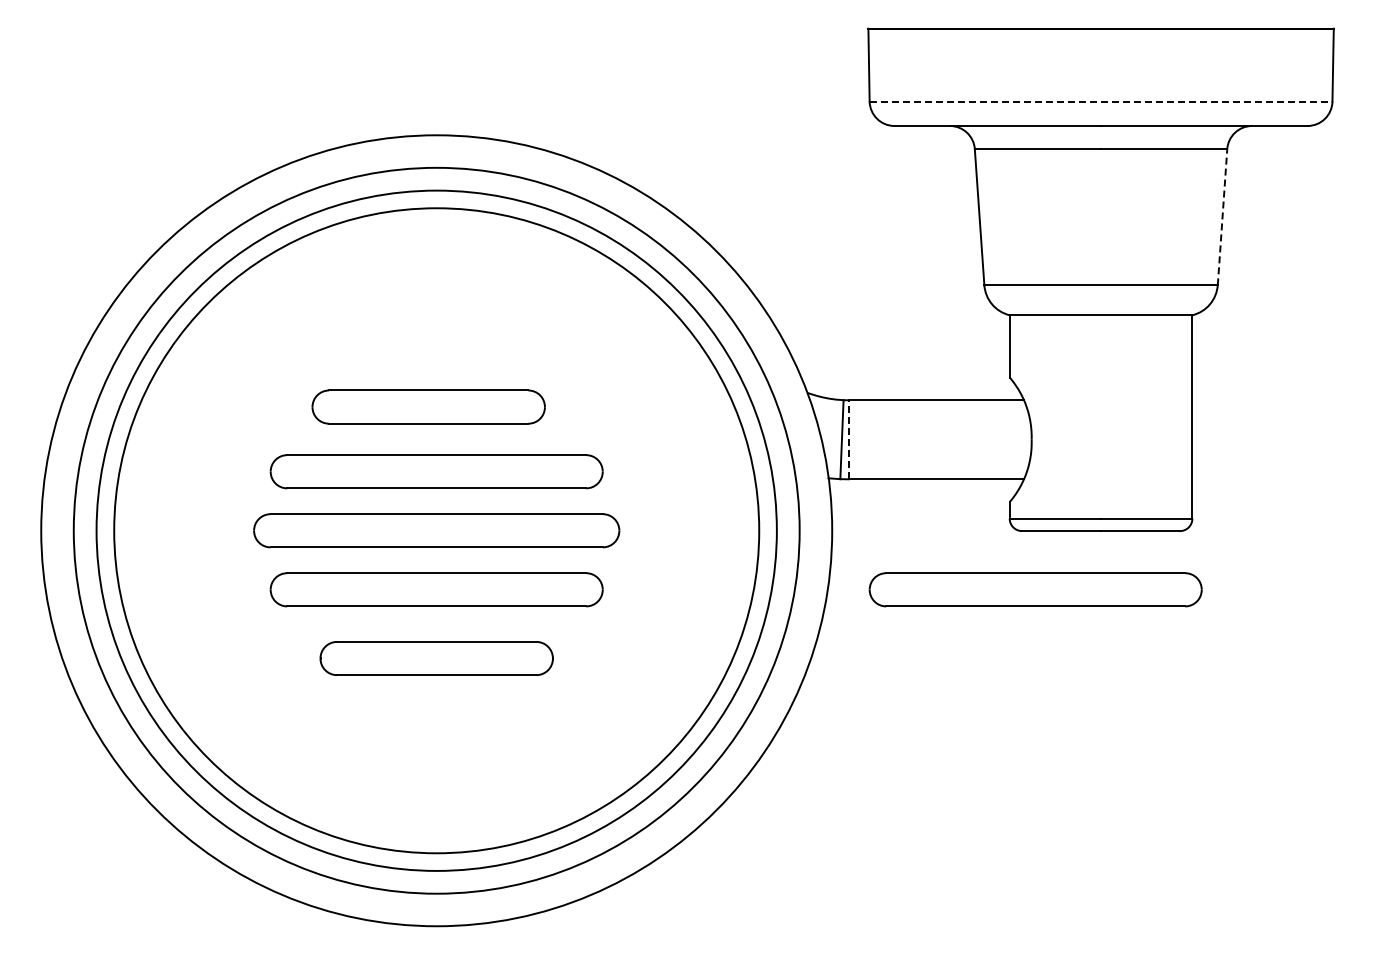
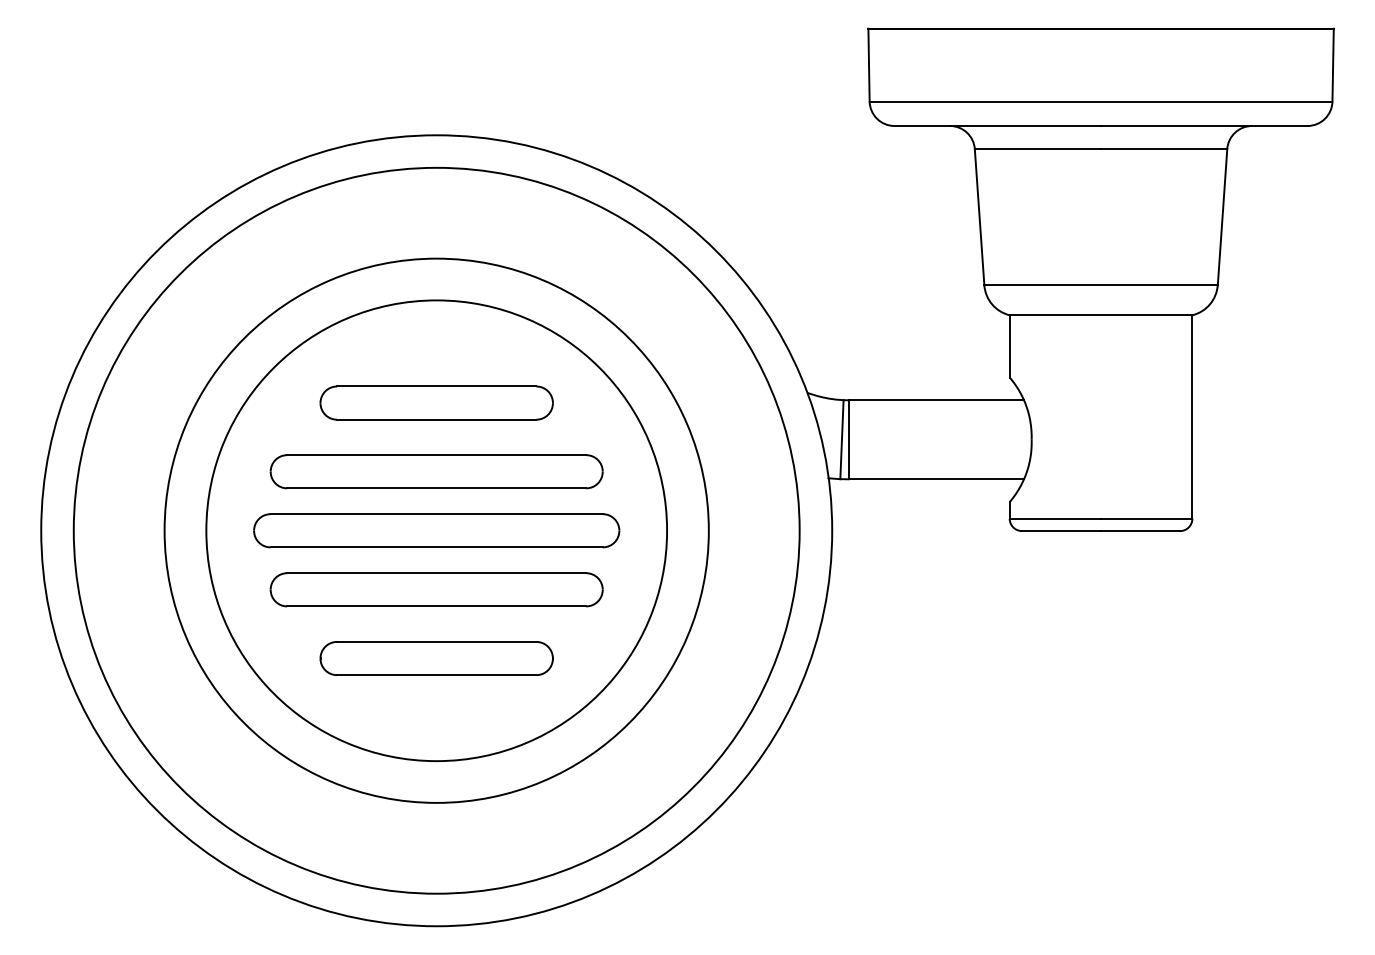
line at (1101, 101): dashed -> solid
line at (1222, 216): dashed -> solid
part at (428, 406) position: (428, 406) -> (436, 402)
line at (848, 439): dashed -> solid
circle at (436, 530) diameter: 645 px -> 461 px
circle at (436, 530) diameter: 680 px -> 544 px
part at (1035, 589): present -> none
